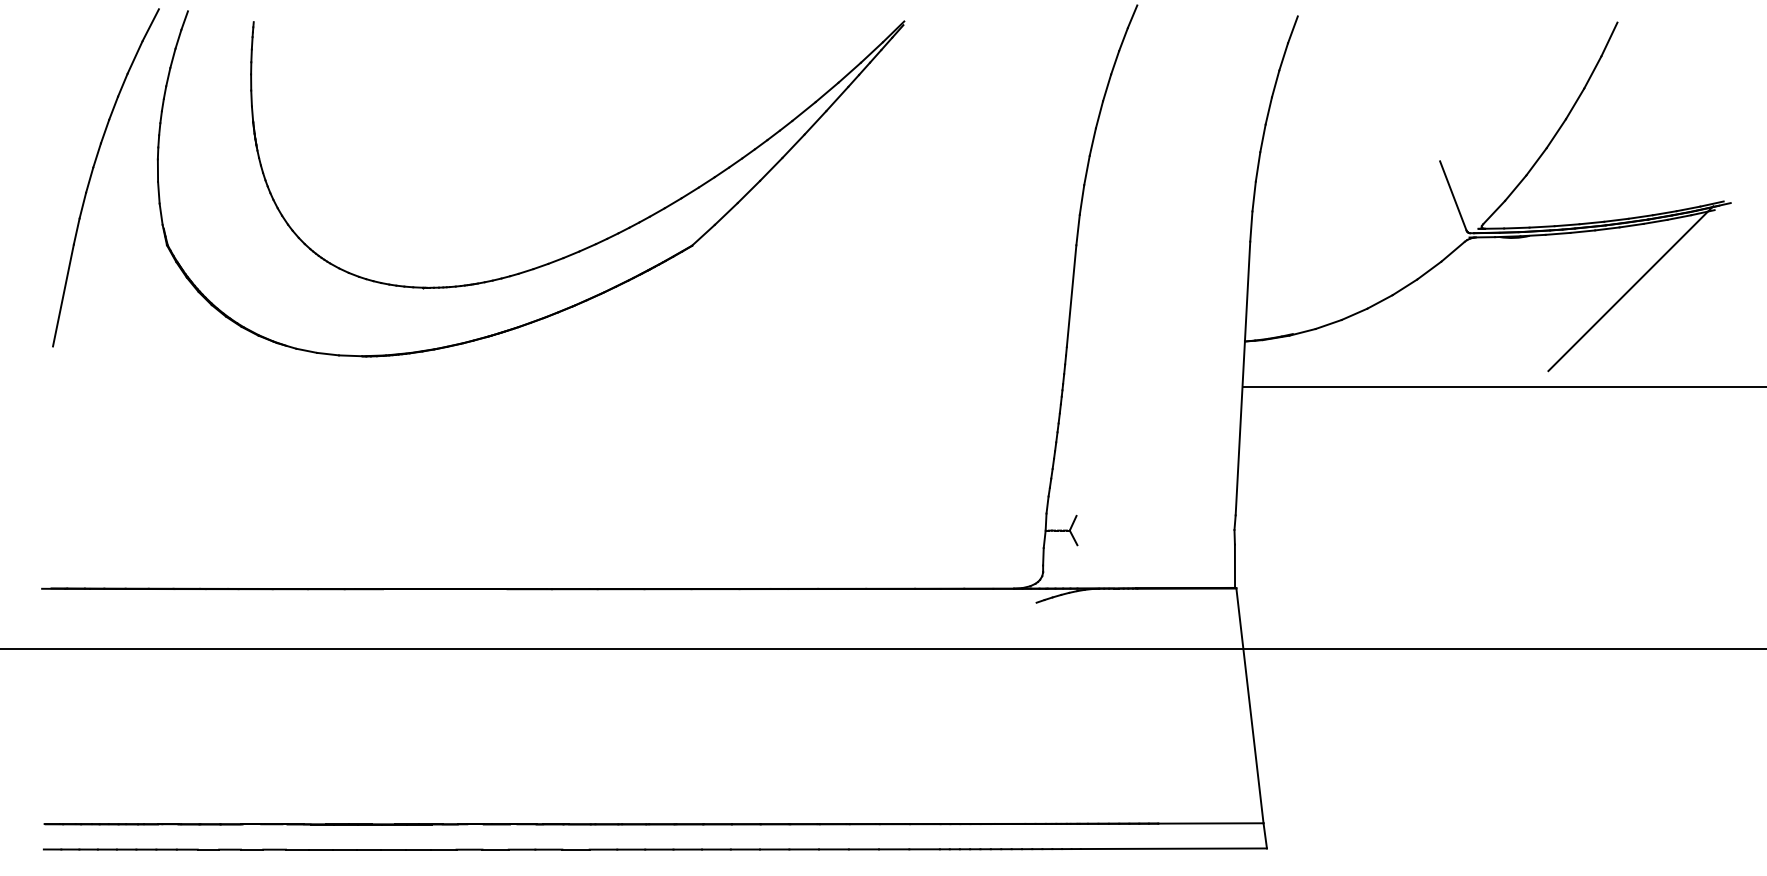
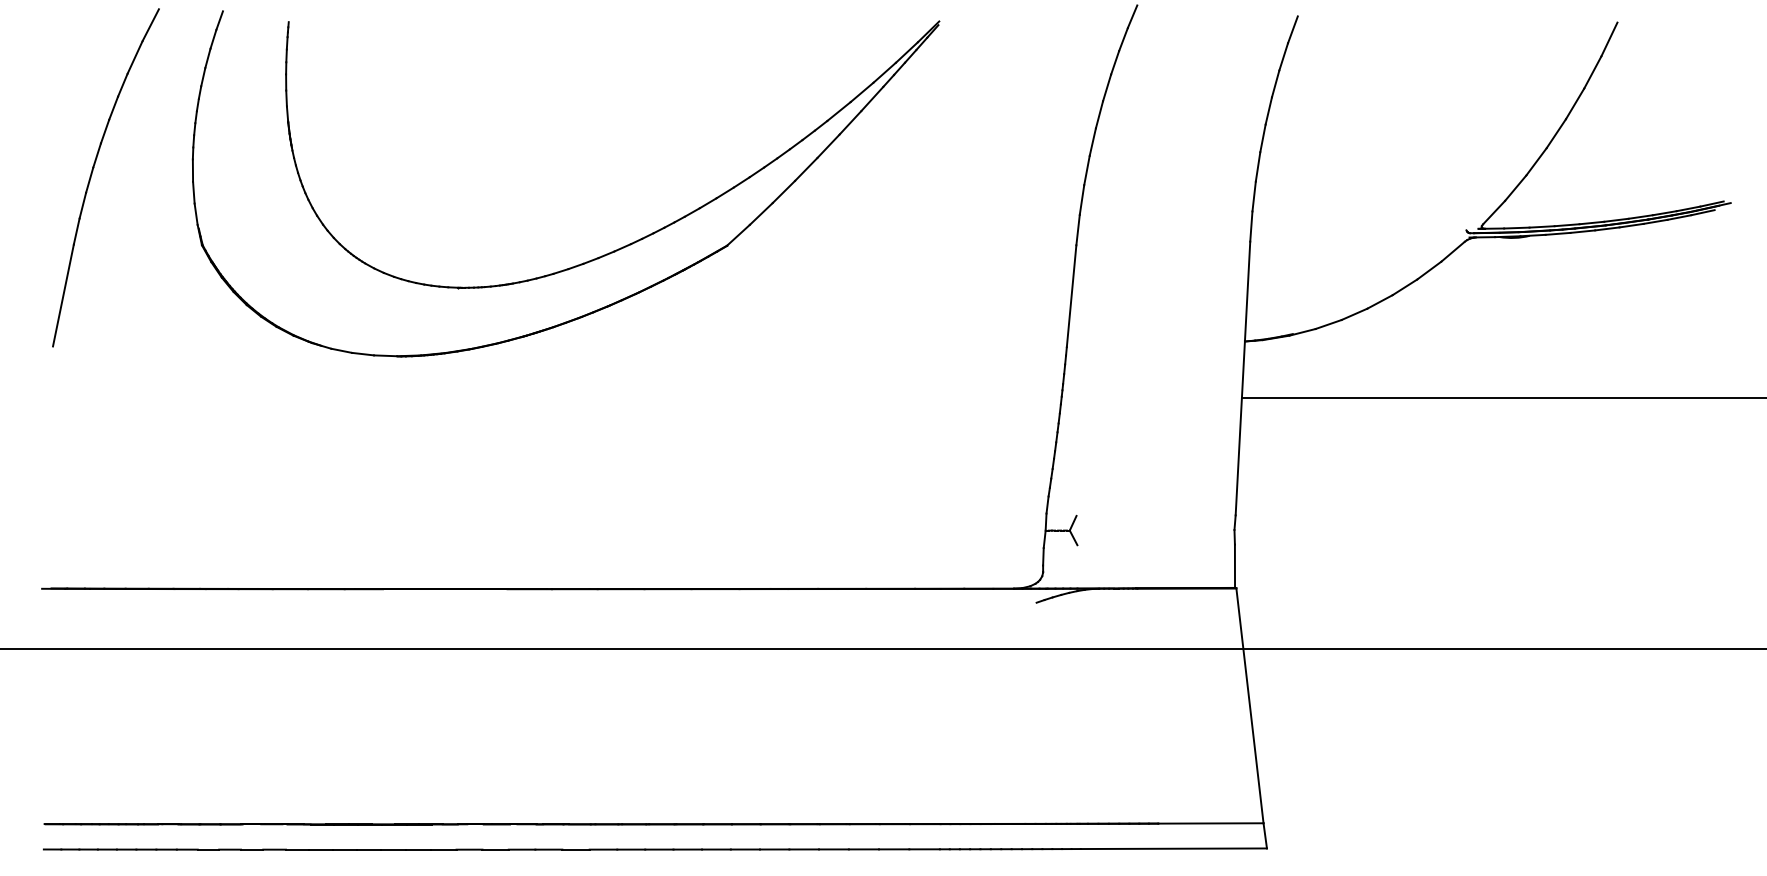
line at (1453, 195): present -> none
part at (561, 257) position: (561, 257) -> (596, 257)
line at (1630, 288): present -> none
line at (1502, 387) position: (1502, 387) -> (1502, 398)
